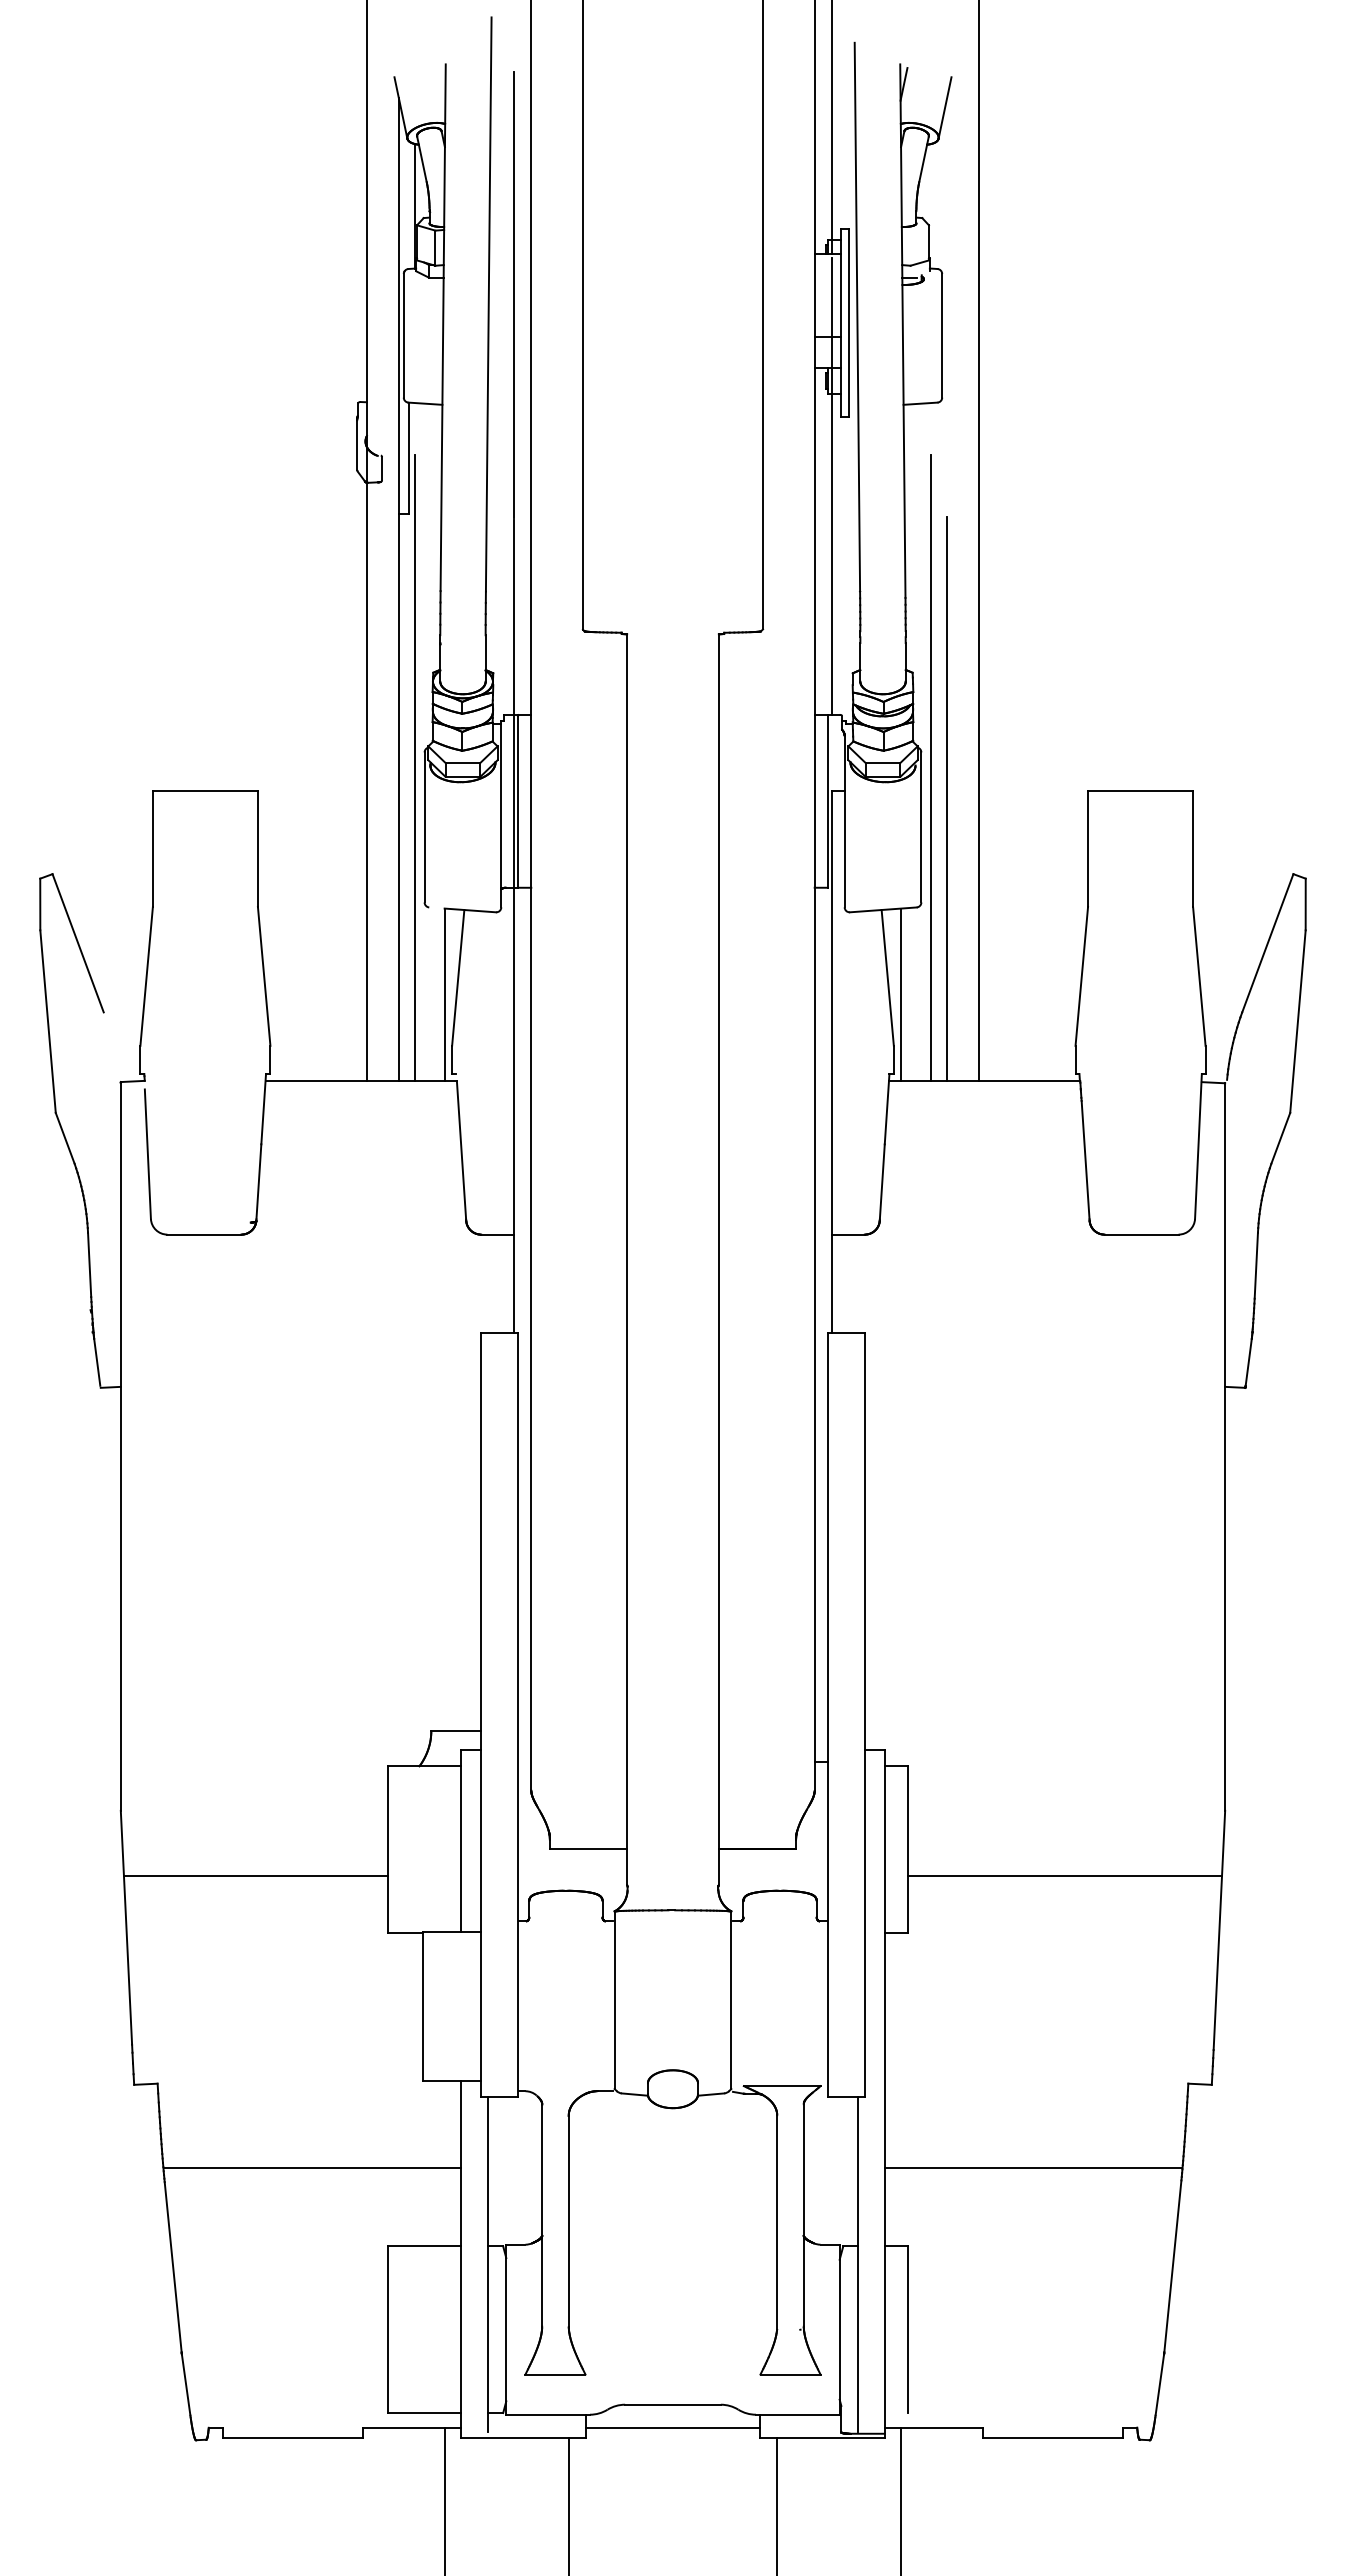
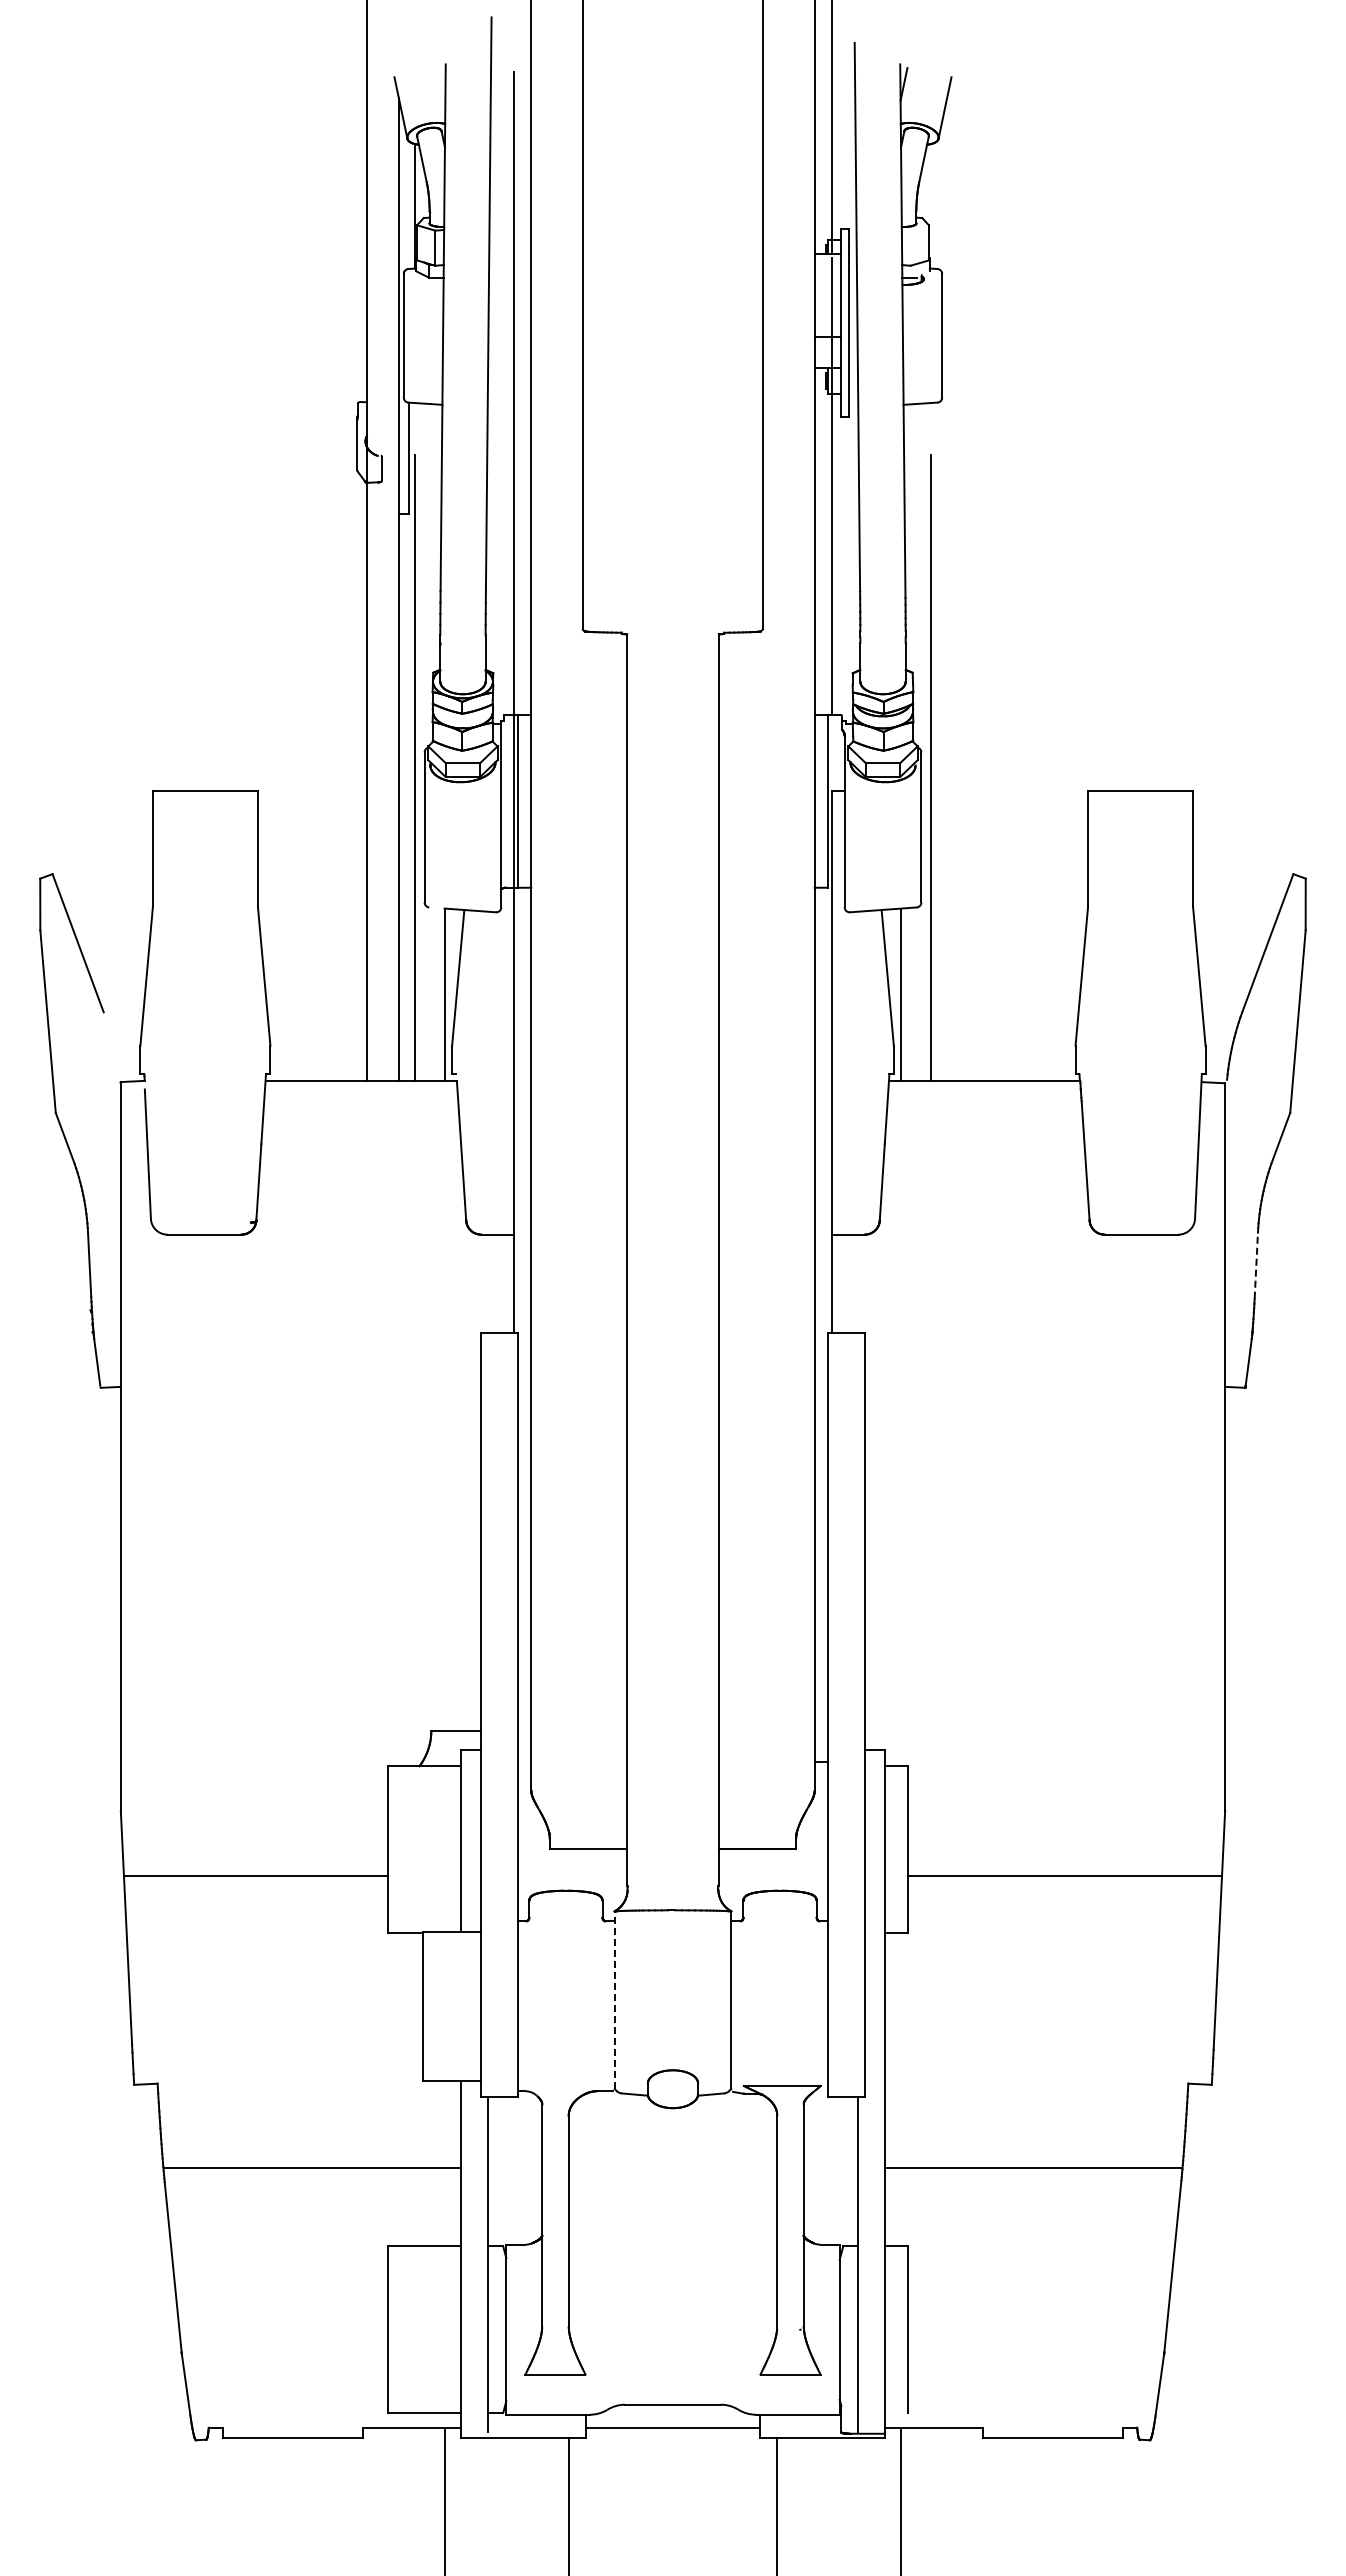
line at (979, 541): present -> none
line at (947, 799): present -> none
line at (1256, 1265): solid -> dashed
line at (614, 2000): solid -> dashed
